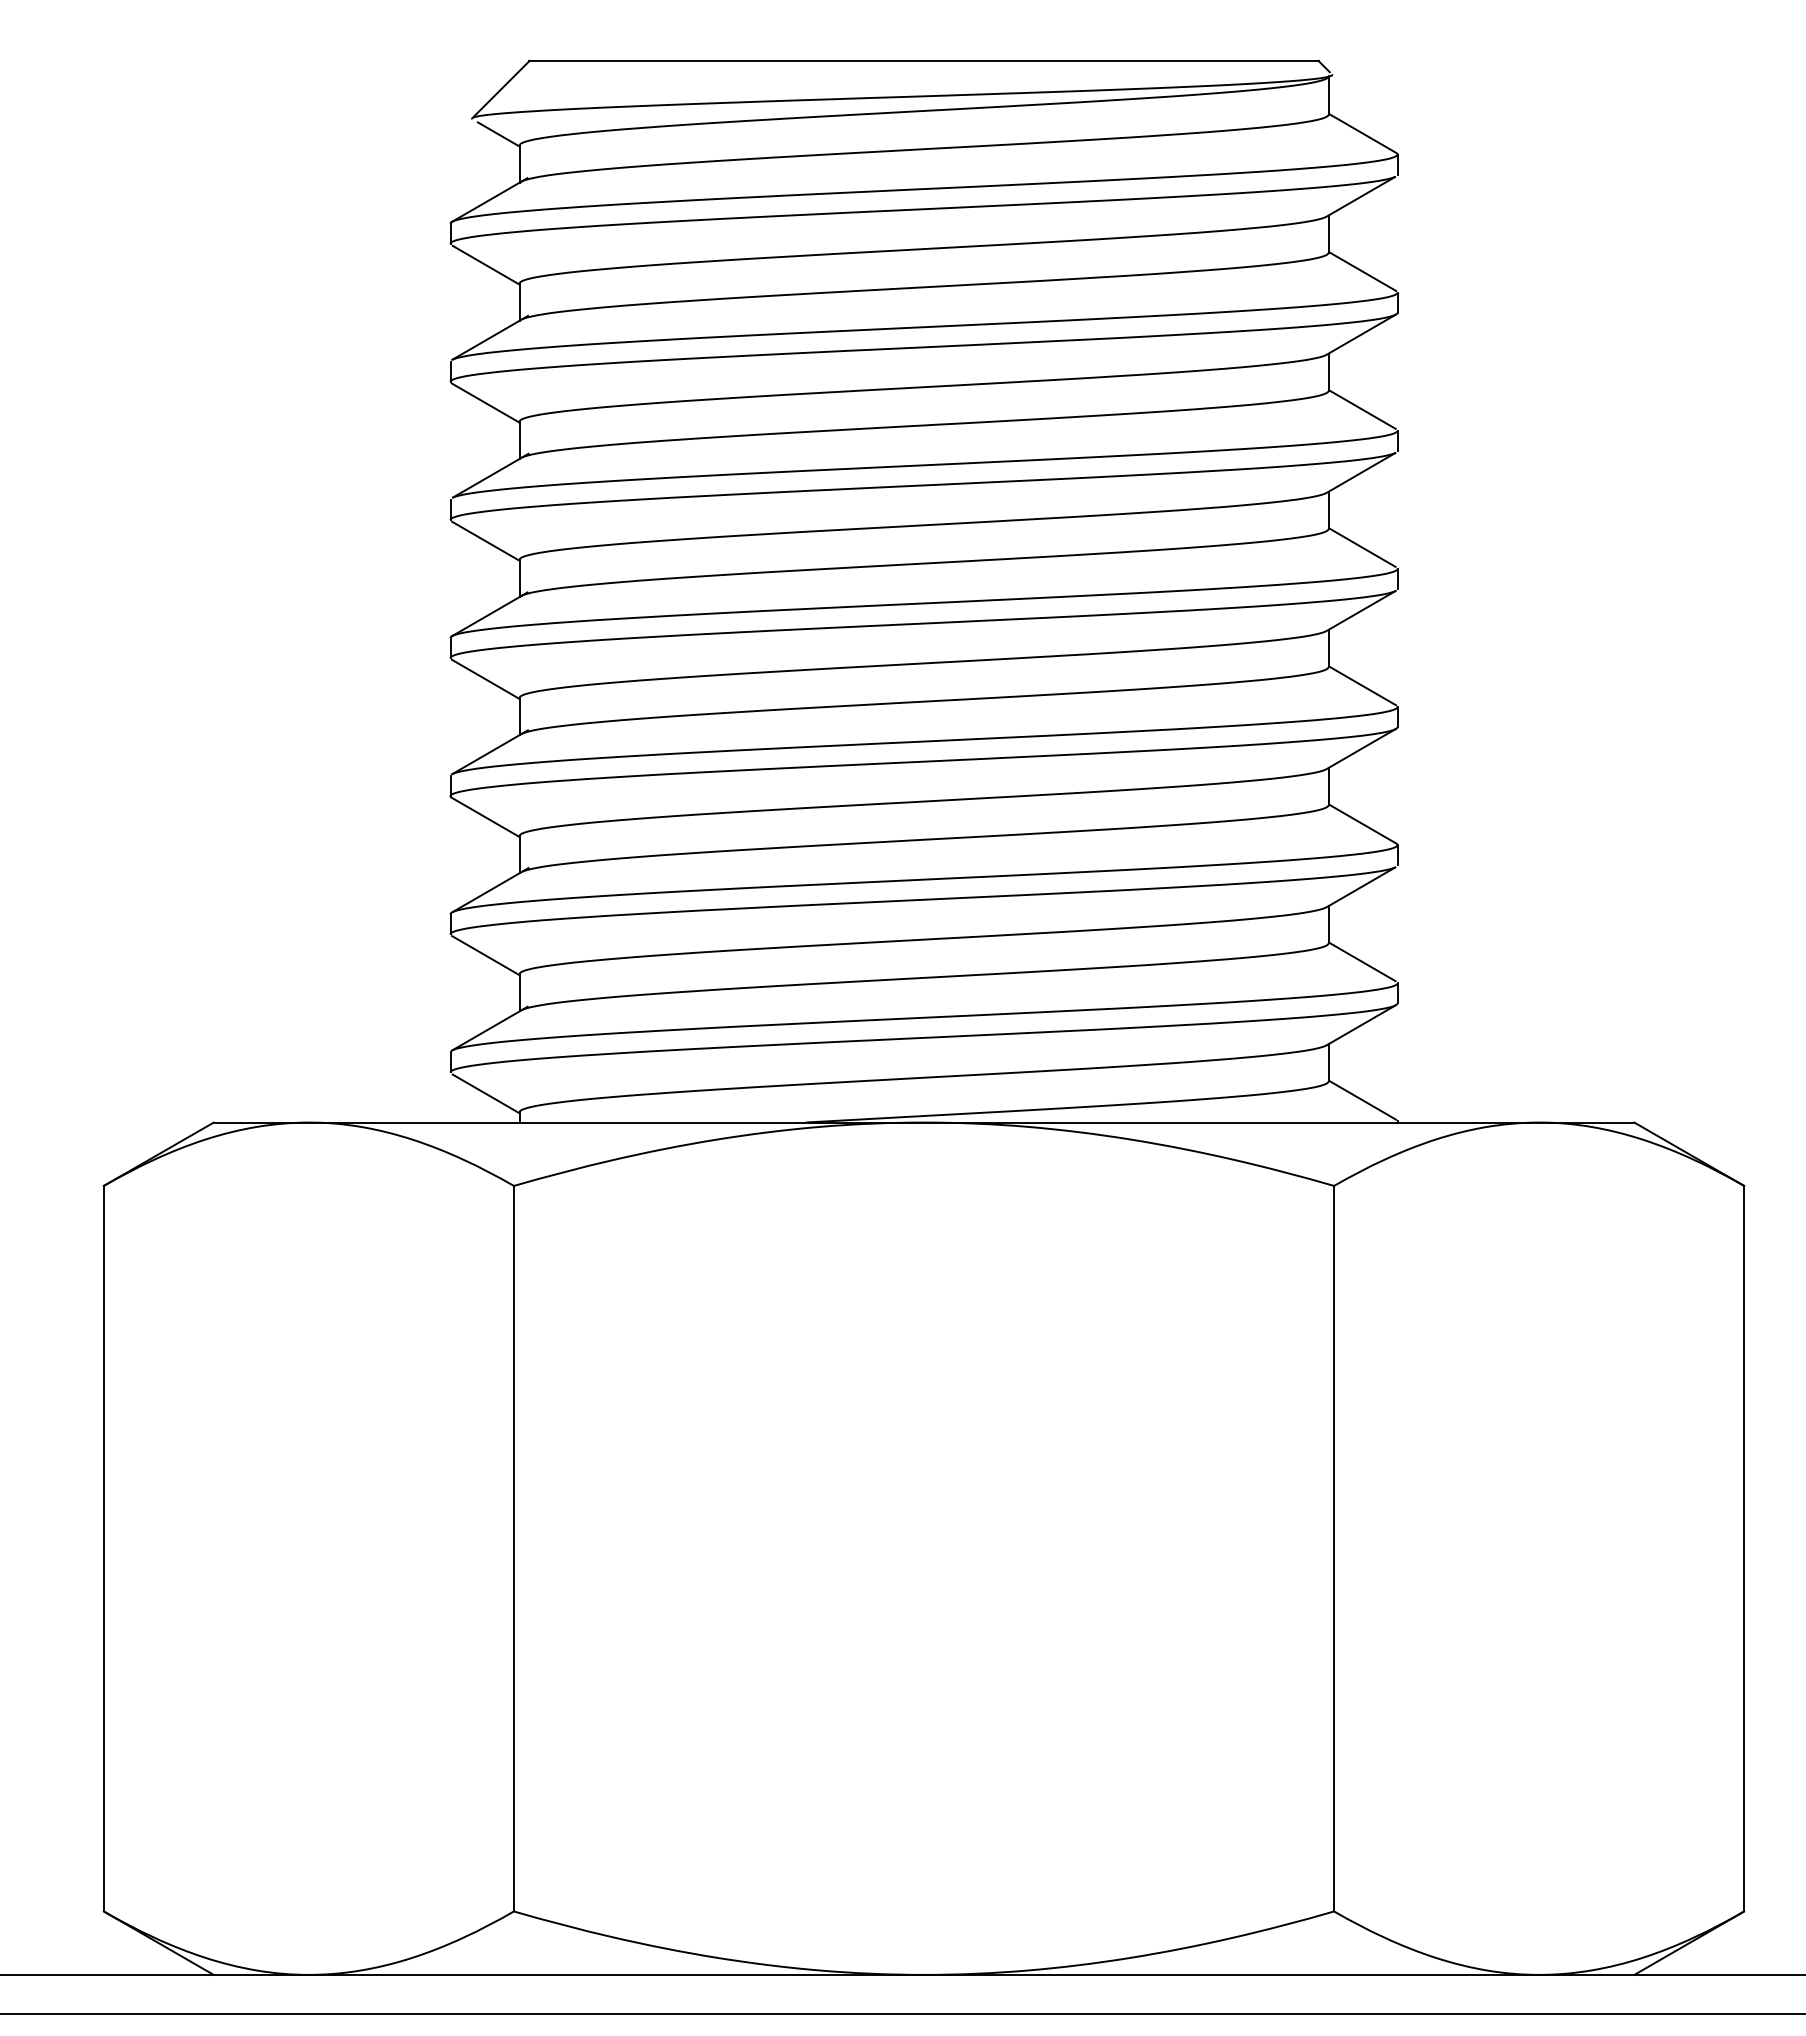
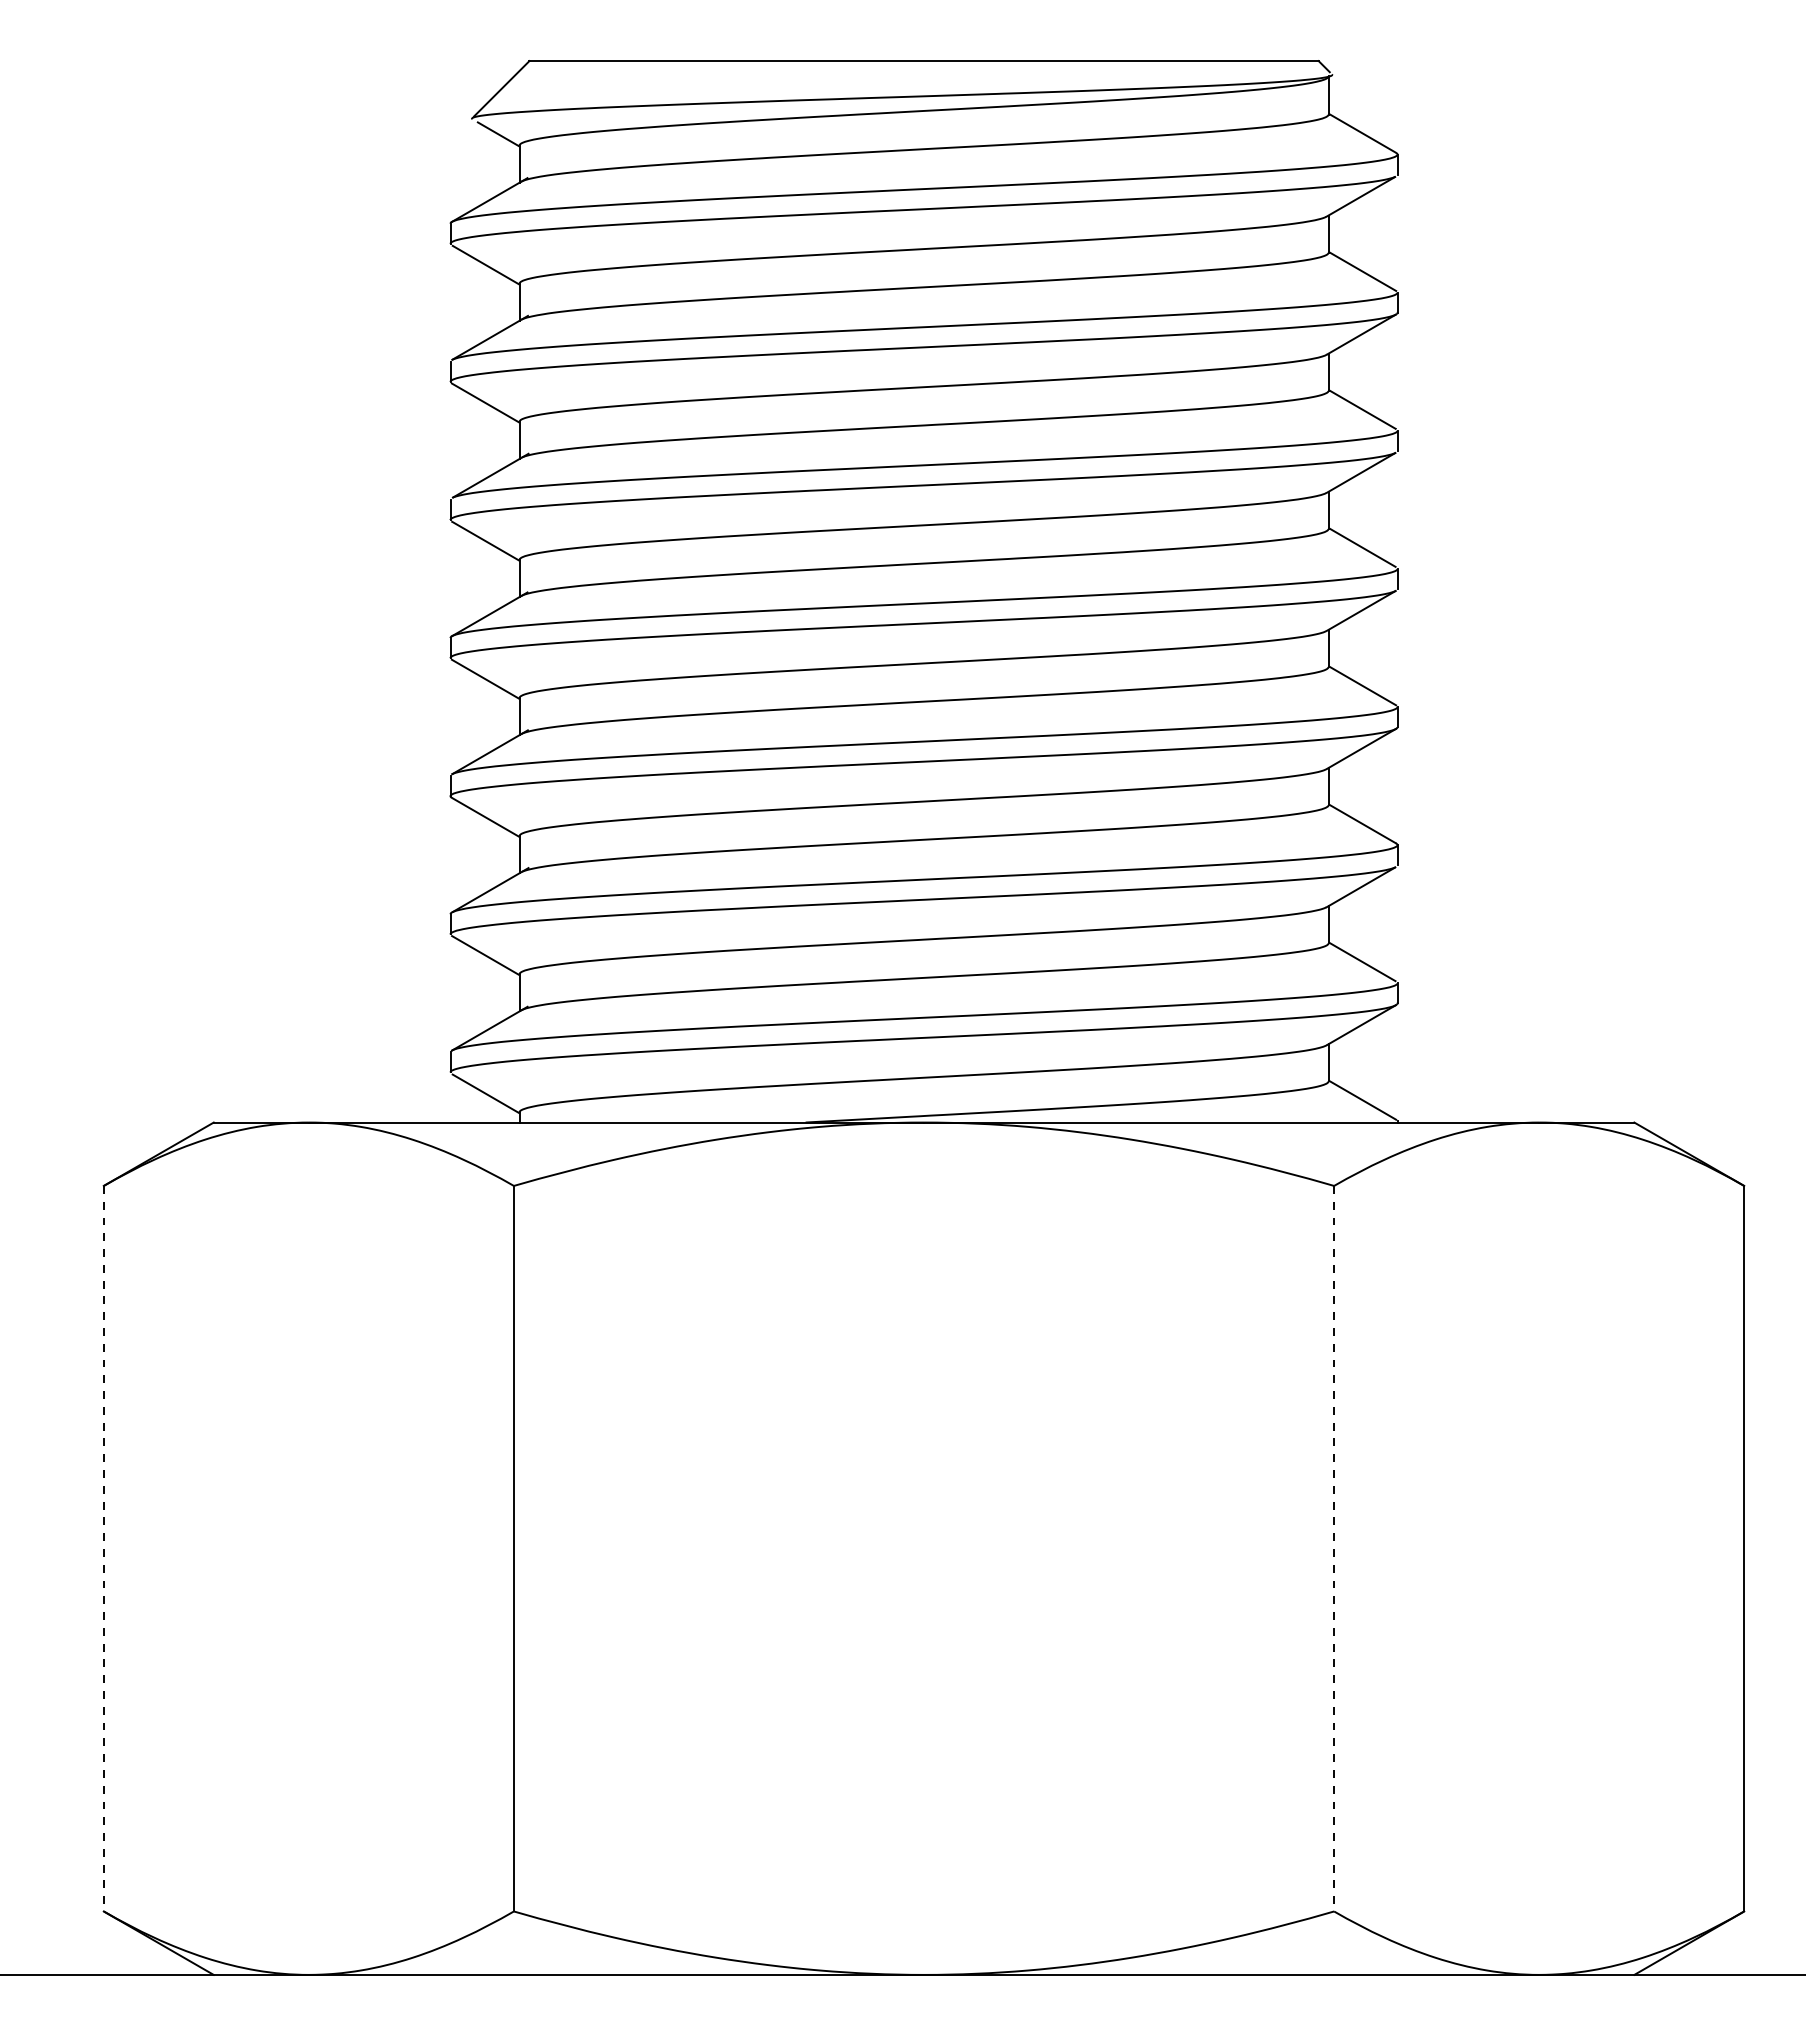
line at (103, 1548): solid -> dashed
line at (1334, 1548): solid -> dashed
line at (902, 2014): present -> none
